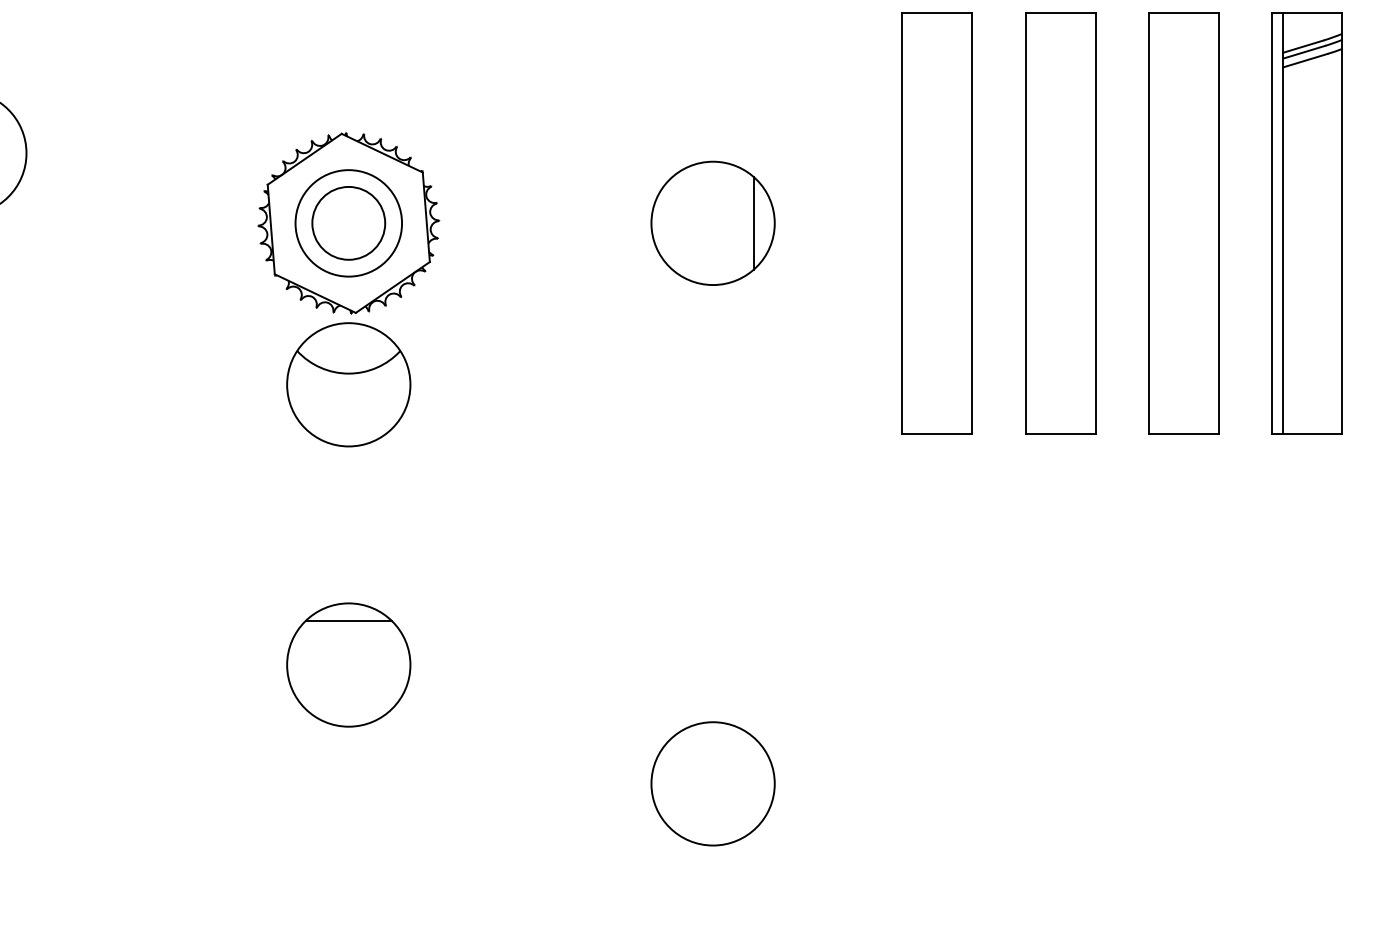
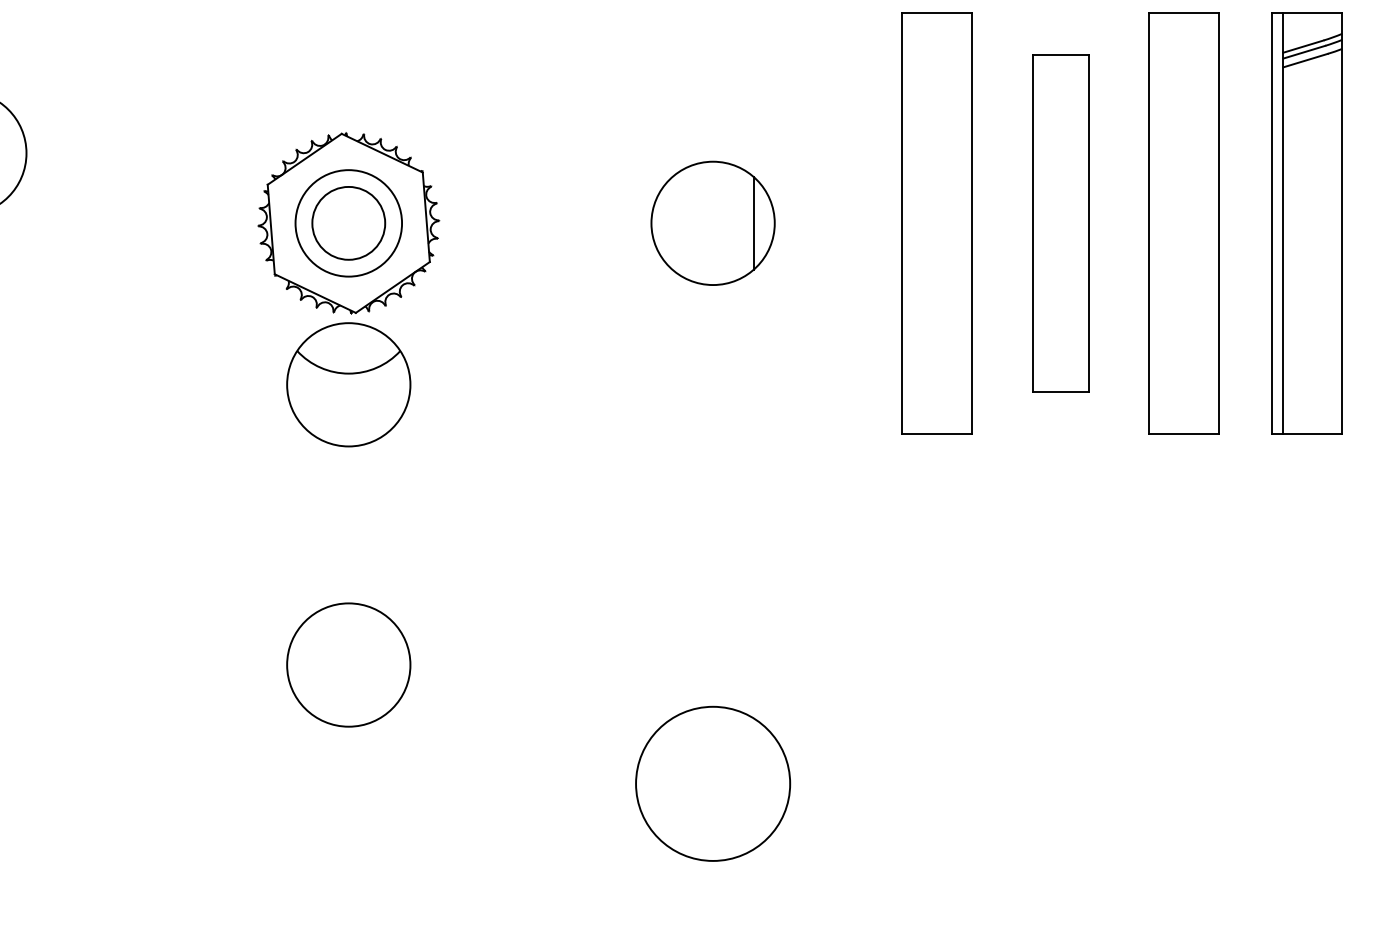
part at (1060, 223) size: 72x423 px -> 58x339 px
line at (348, 621): present -> none
circle at (712, 783) diameter: 123 px -> 154 px
